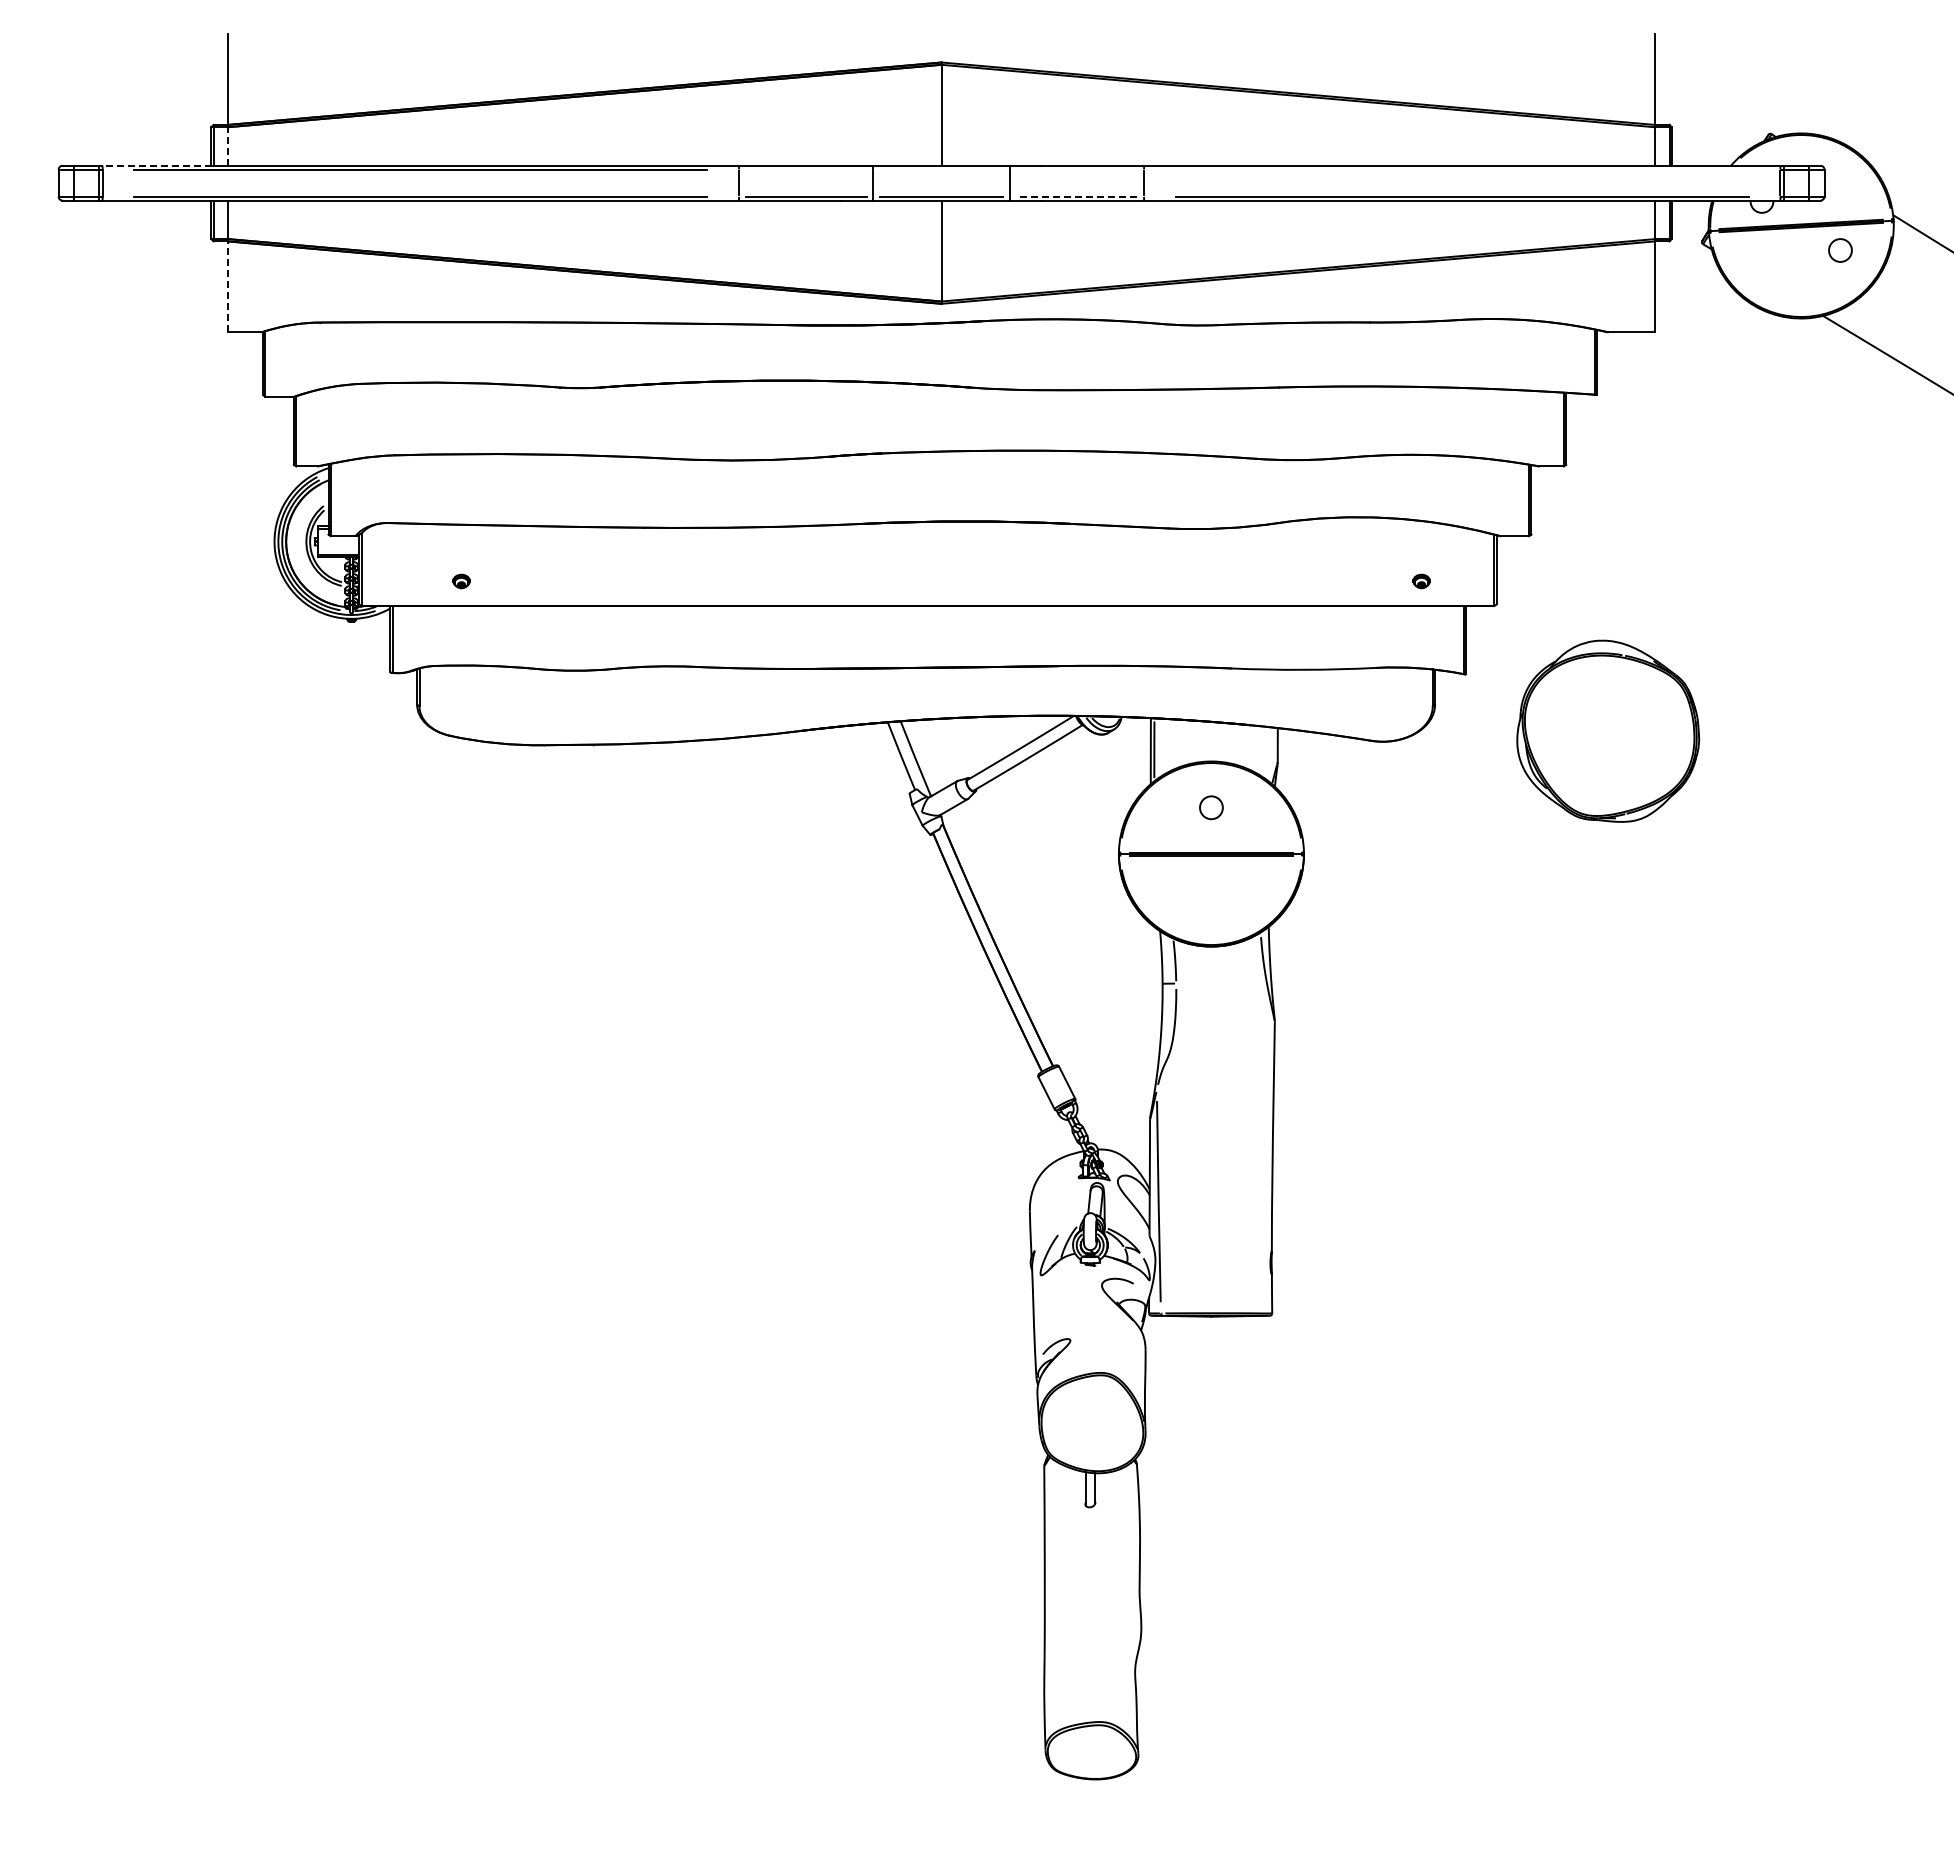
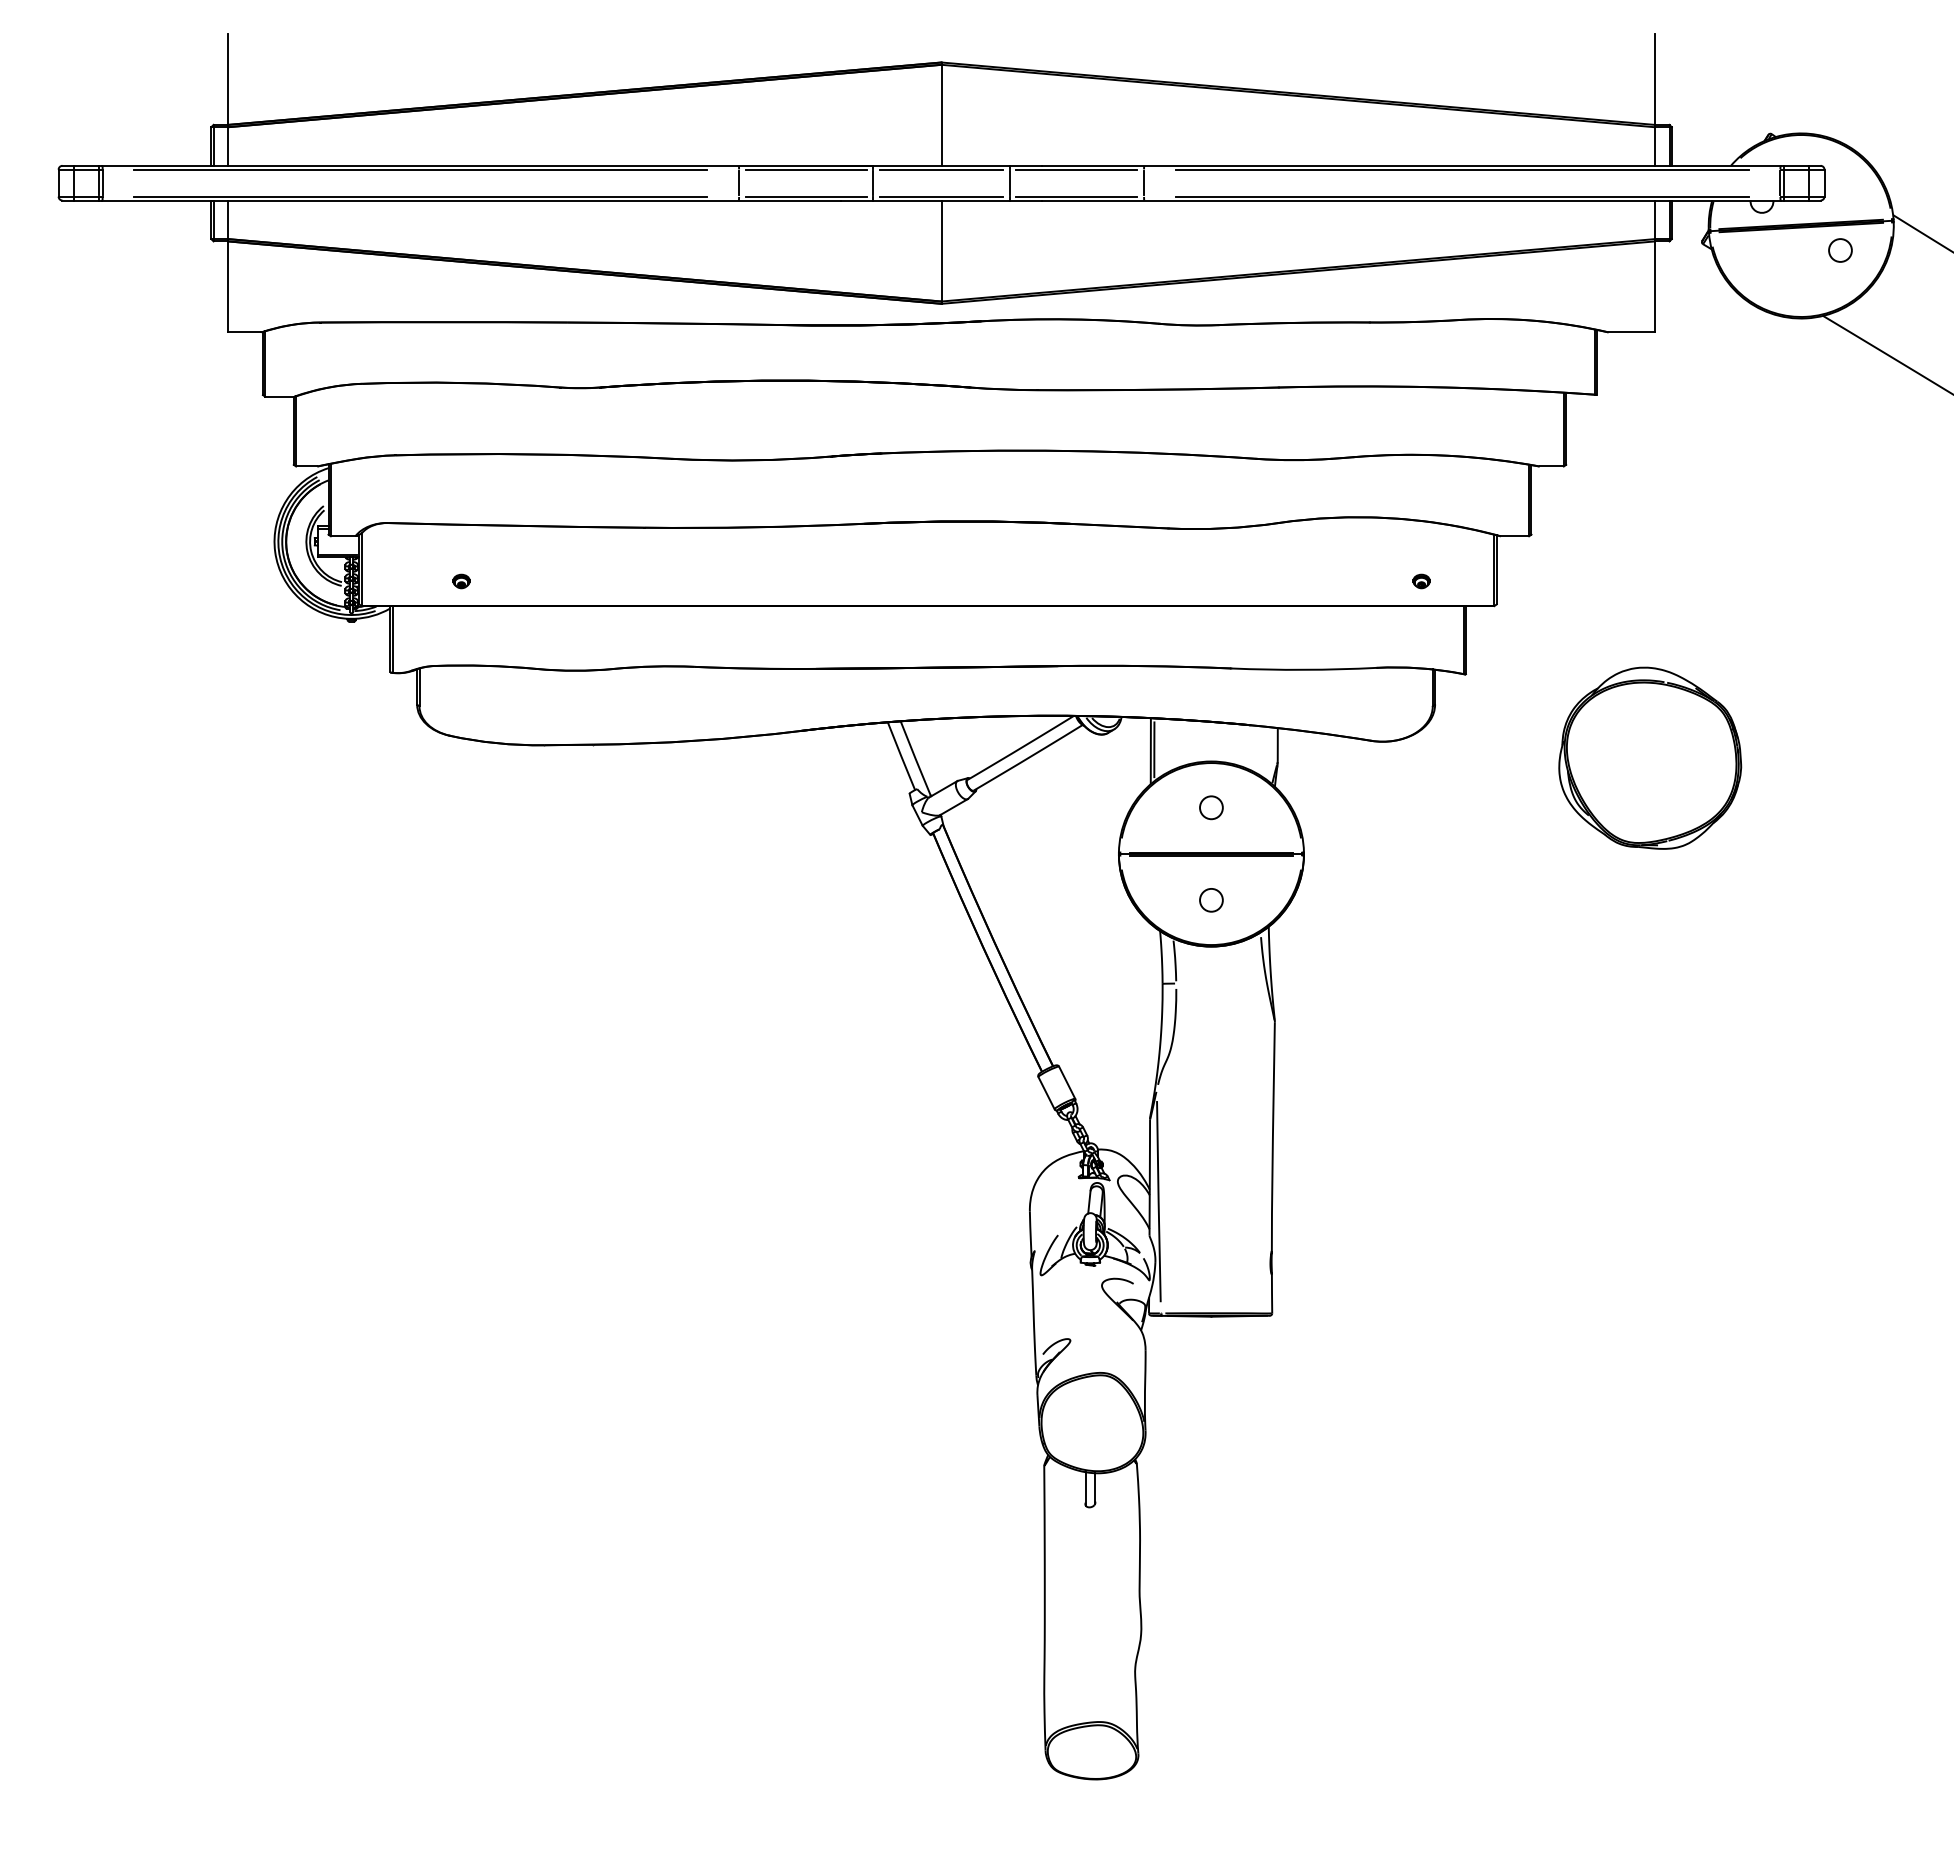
line at (228, 146): dashed -> solid
line at (156, 165): dashed -> solid
line at (805, 169): none -> present
line at (941, 169): none -> present
line at (1076, 169): none -> present
line at (1461, 169): none -> present
line at (1076, 196): dashed -> solid
line at (228, 286): dashed -> solid
part at (1608, 730) position: (1608, 730) -> (1650, 757)
circle at (1211, 900): none -> present
